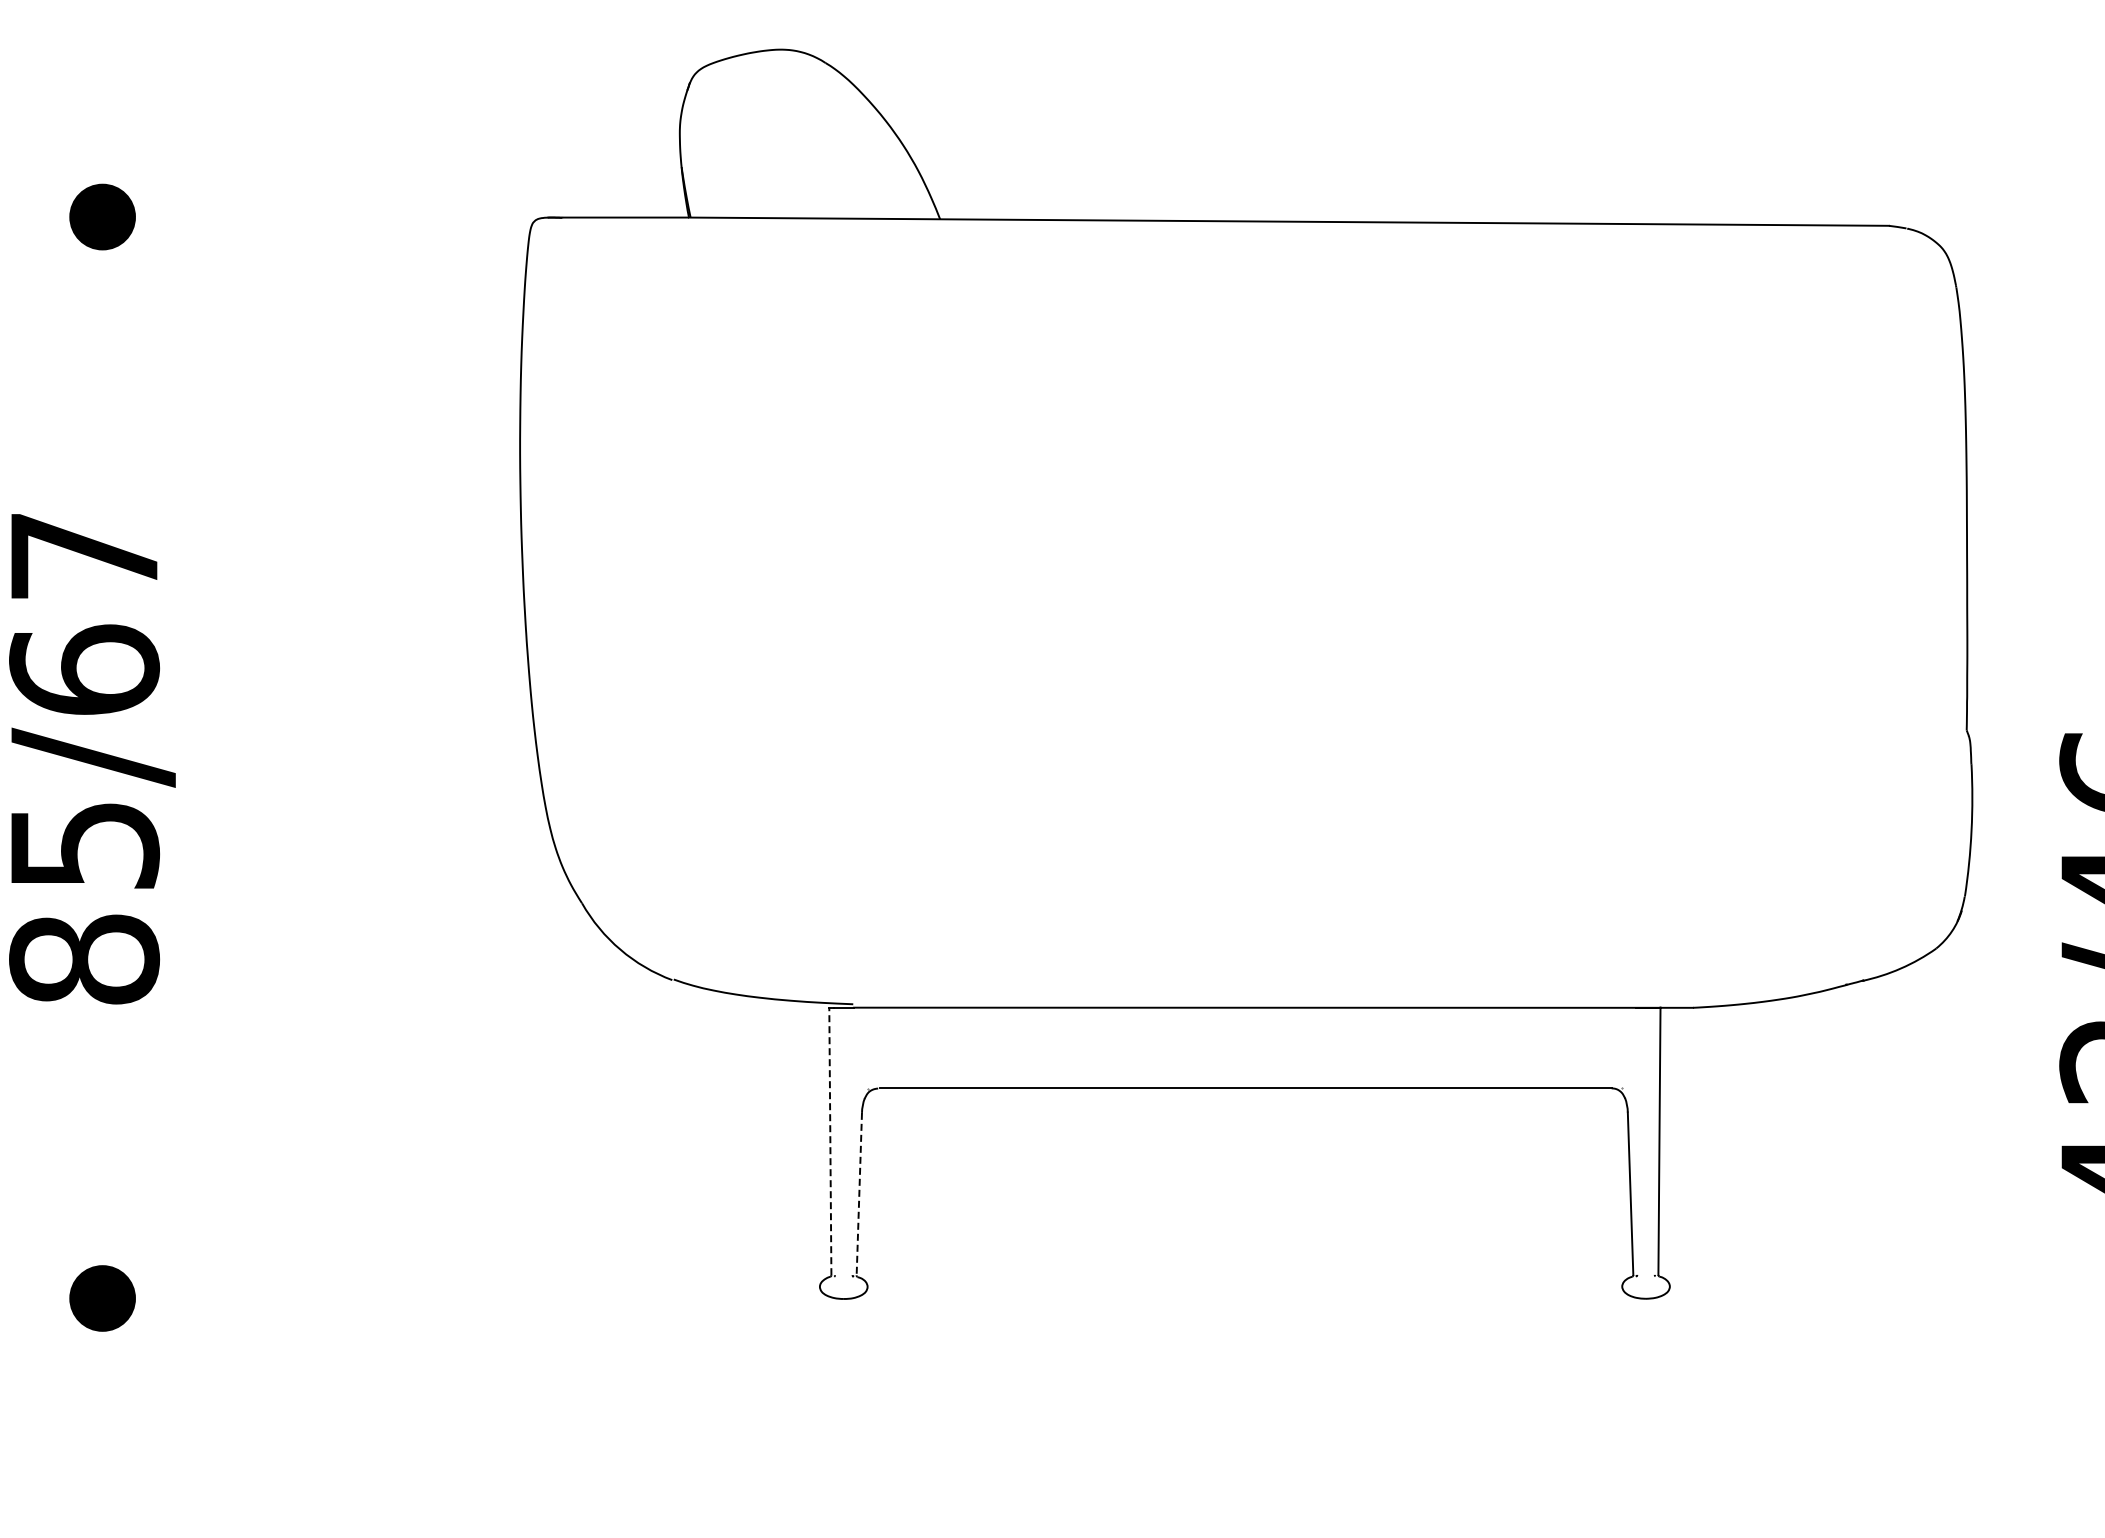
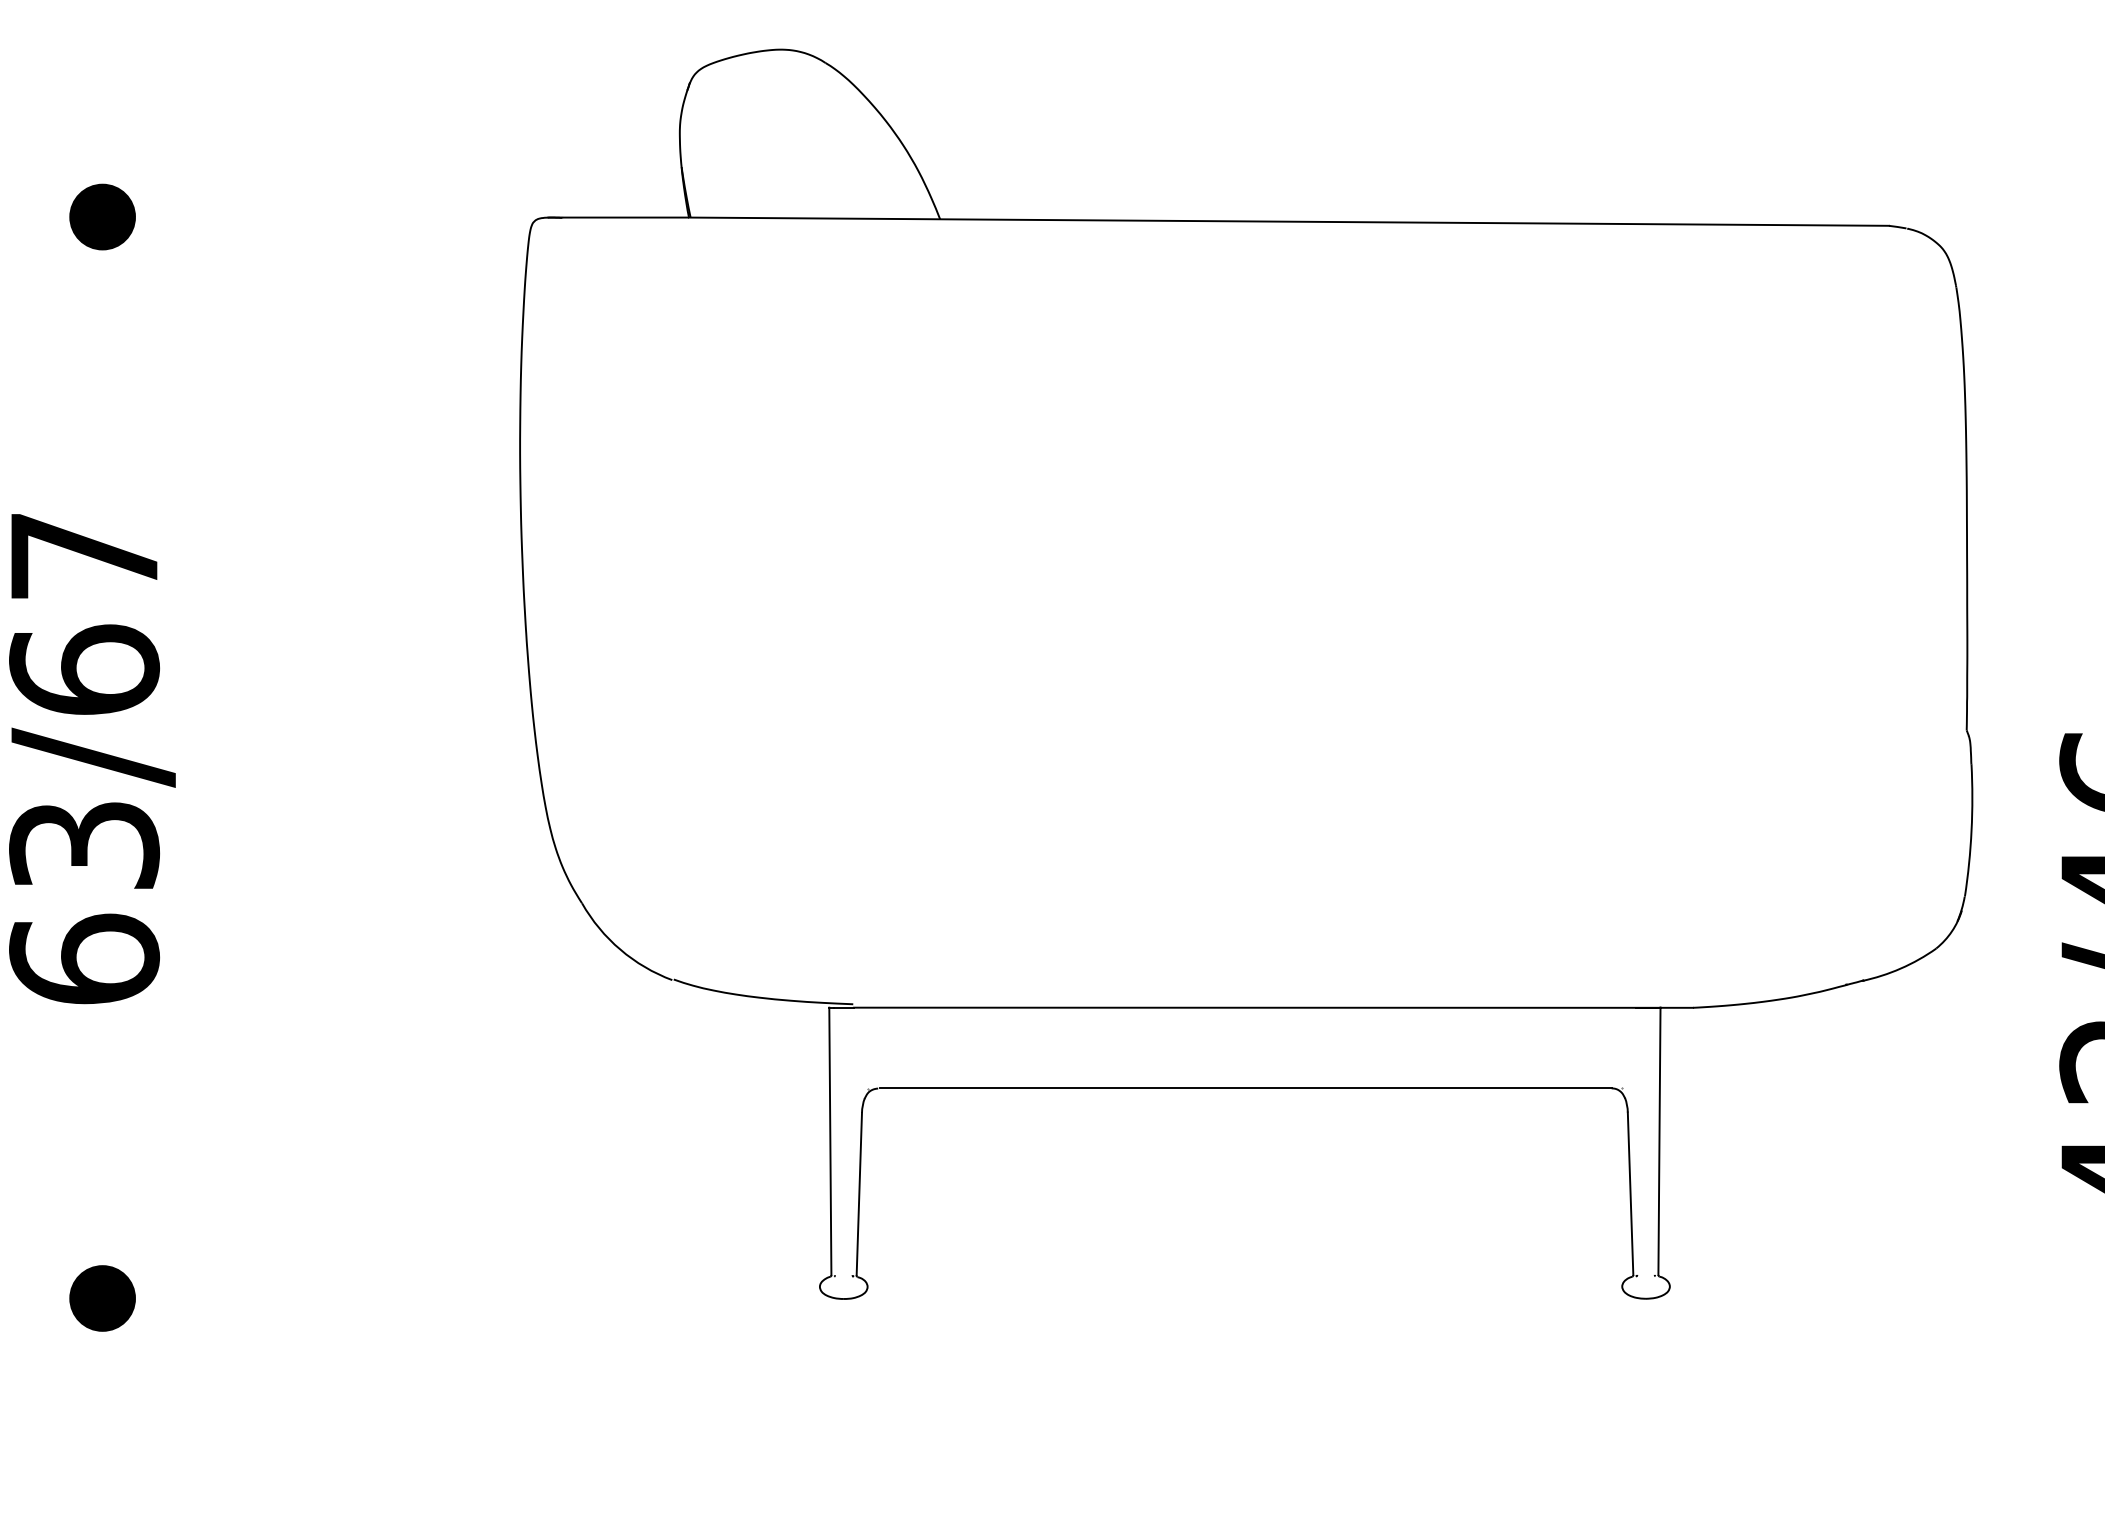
text at (84, 903): 85/67 -> 63/67
line at (830, 1141): dashed -> solid
line at (859, 1194): dashed -> solid
